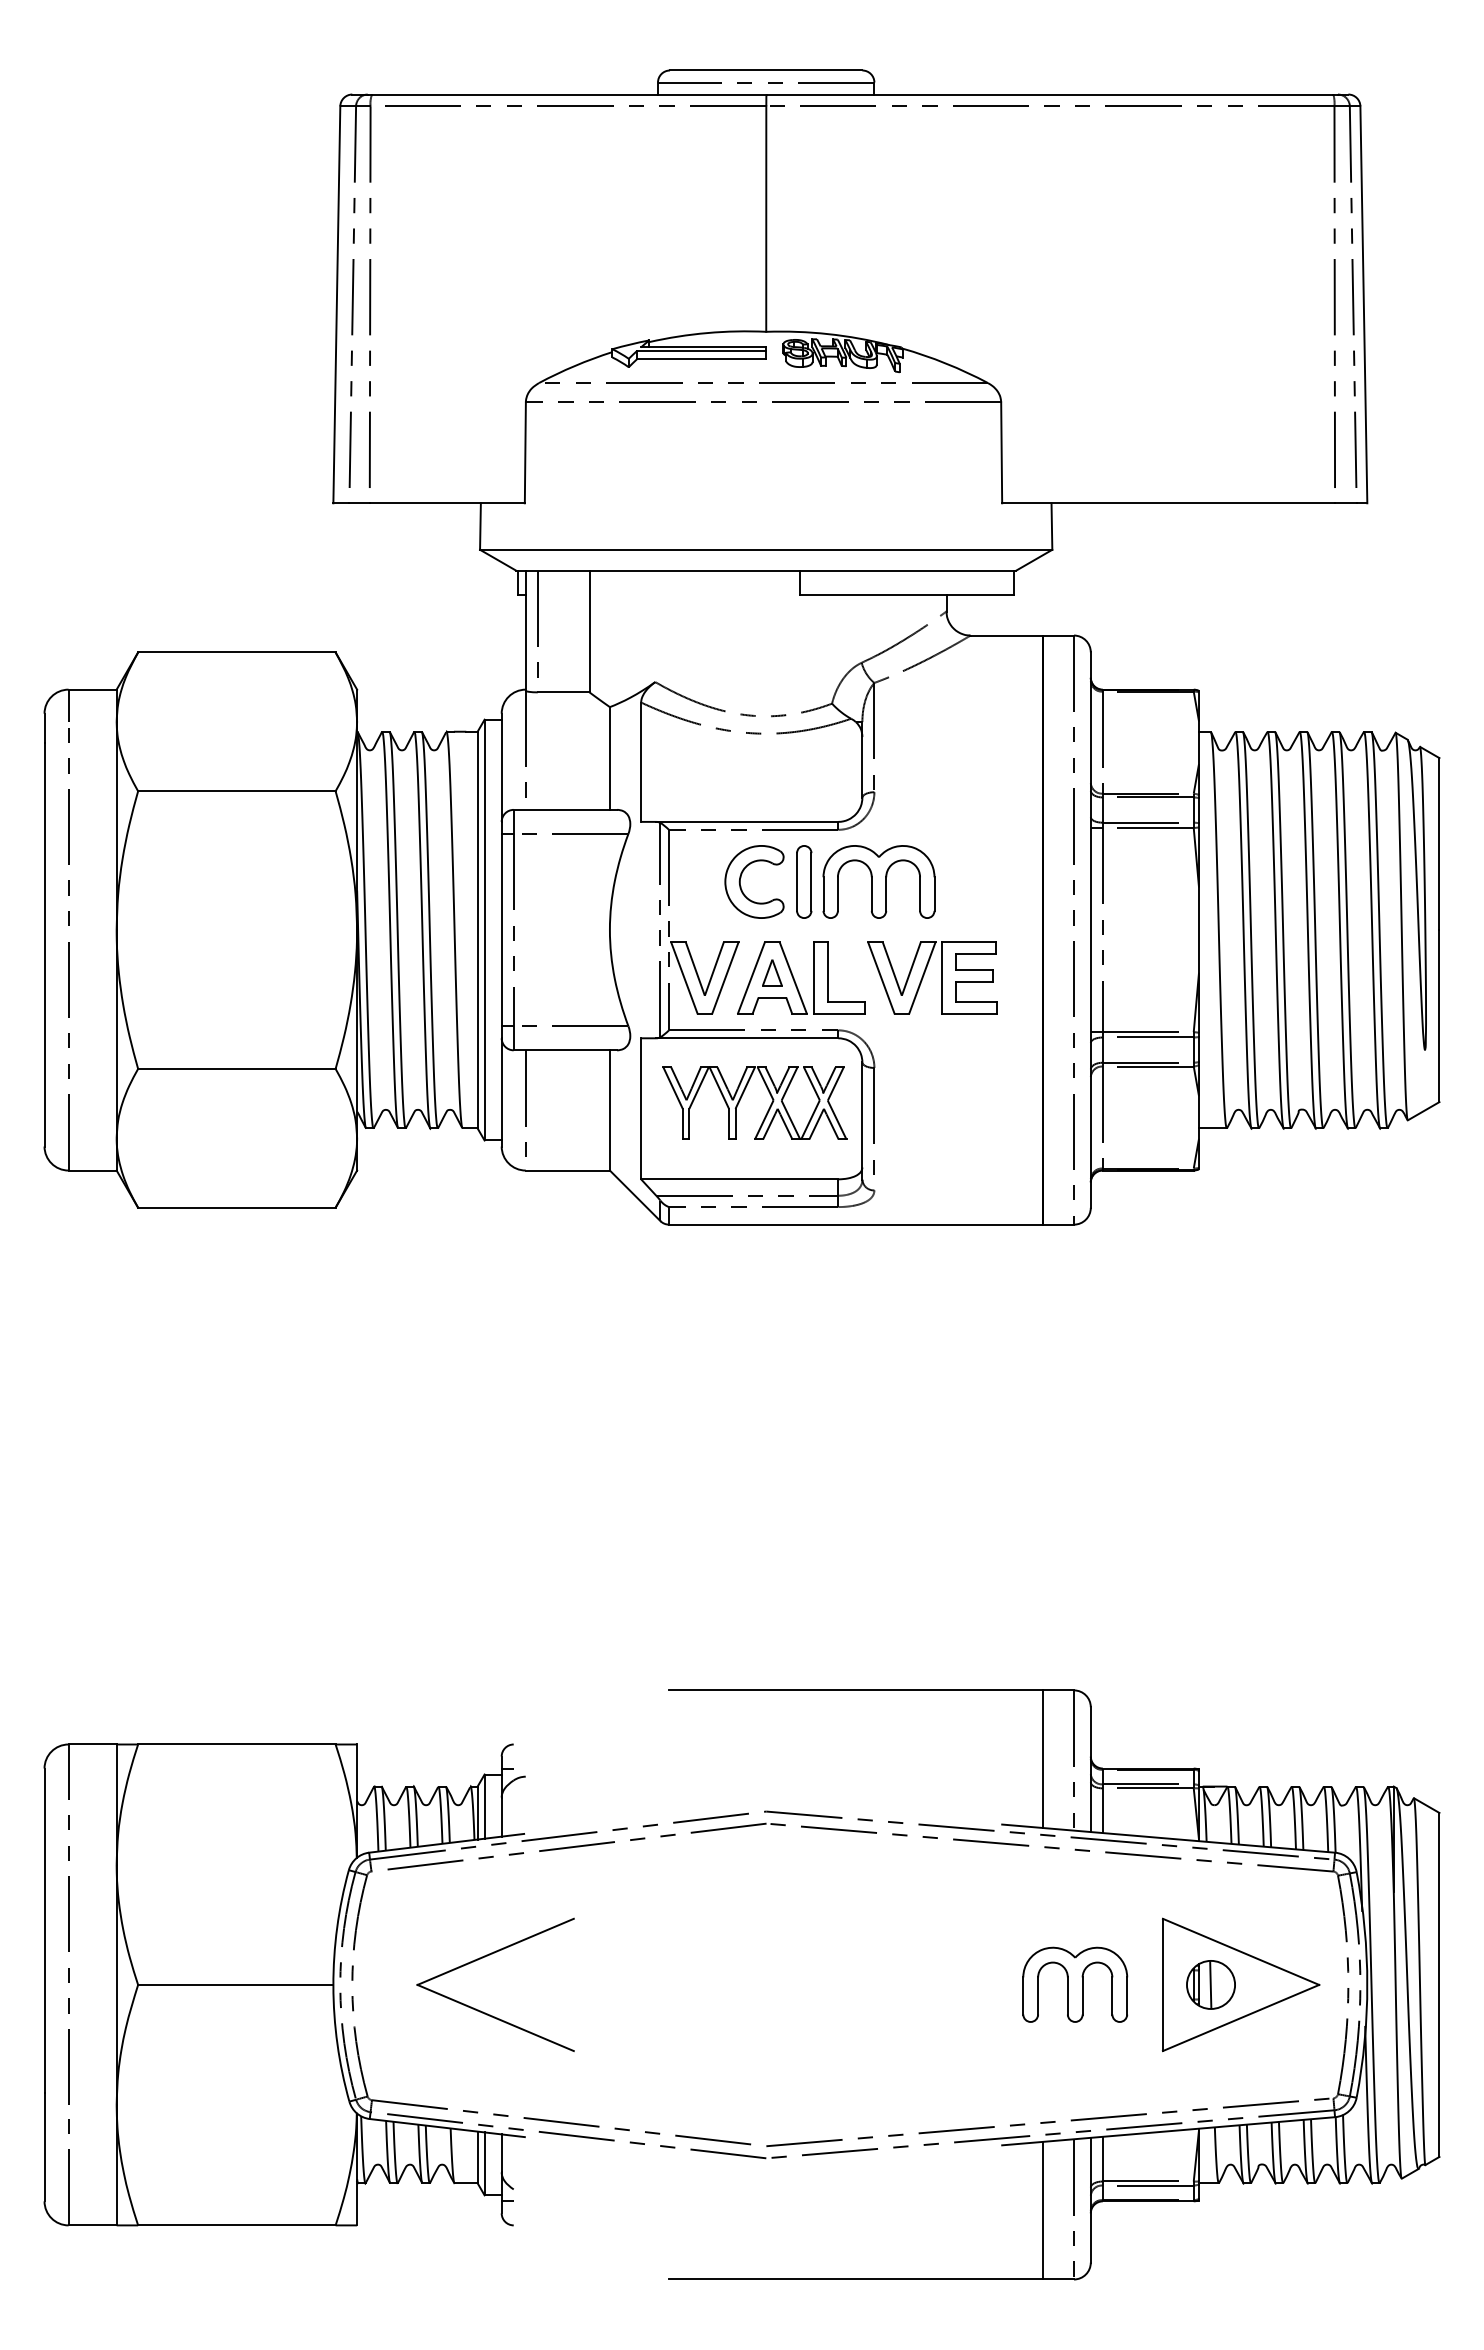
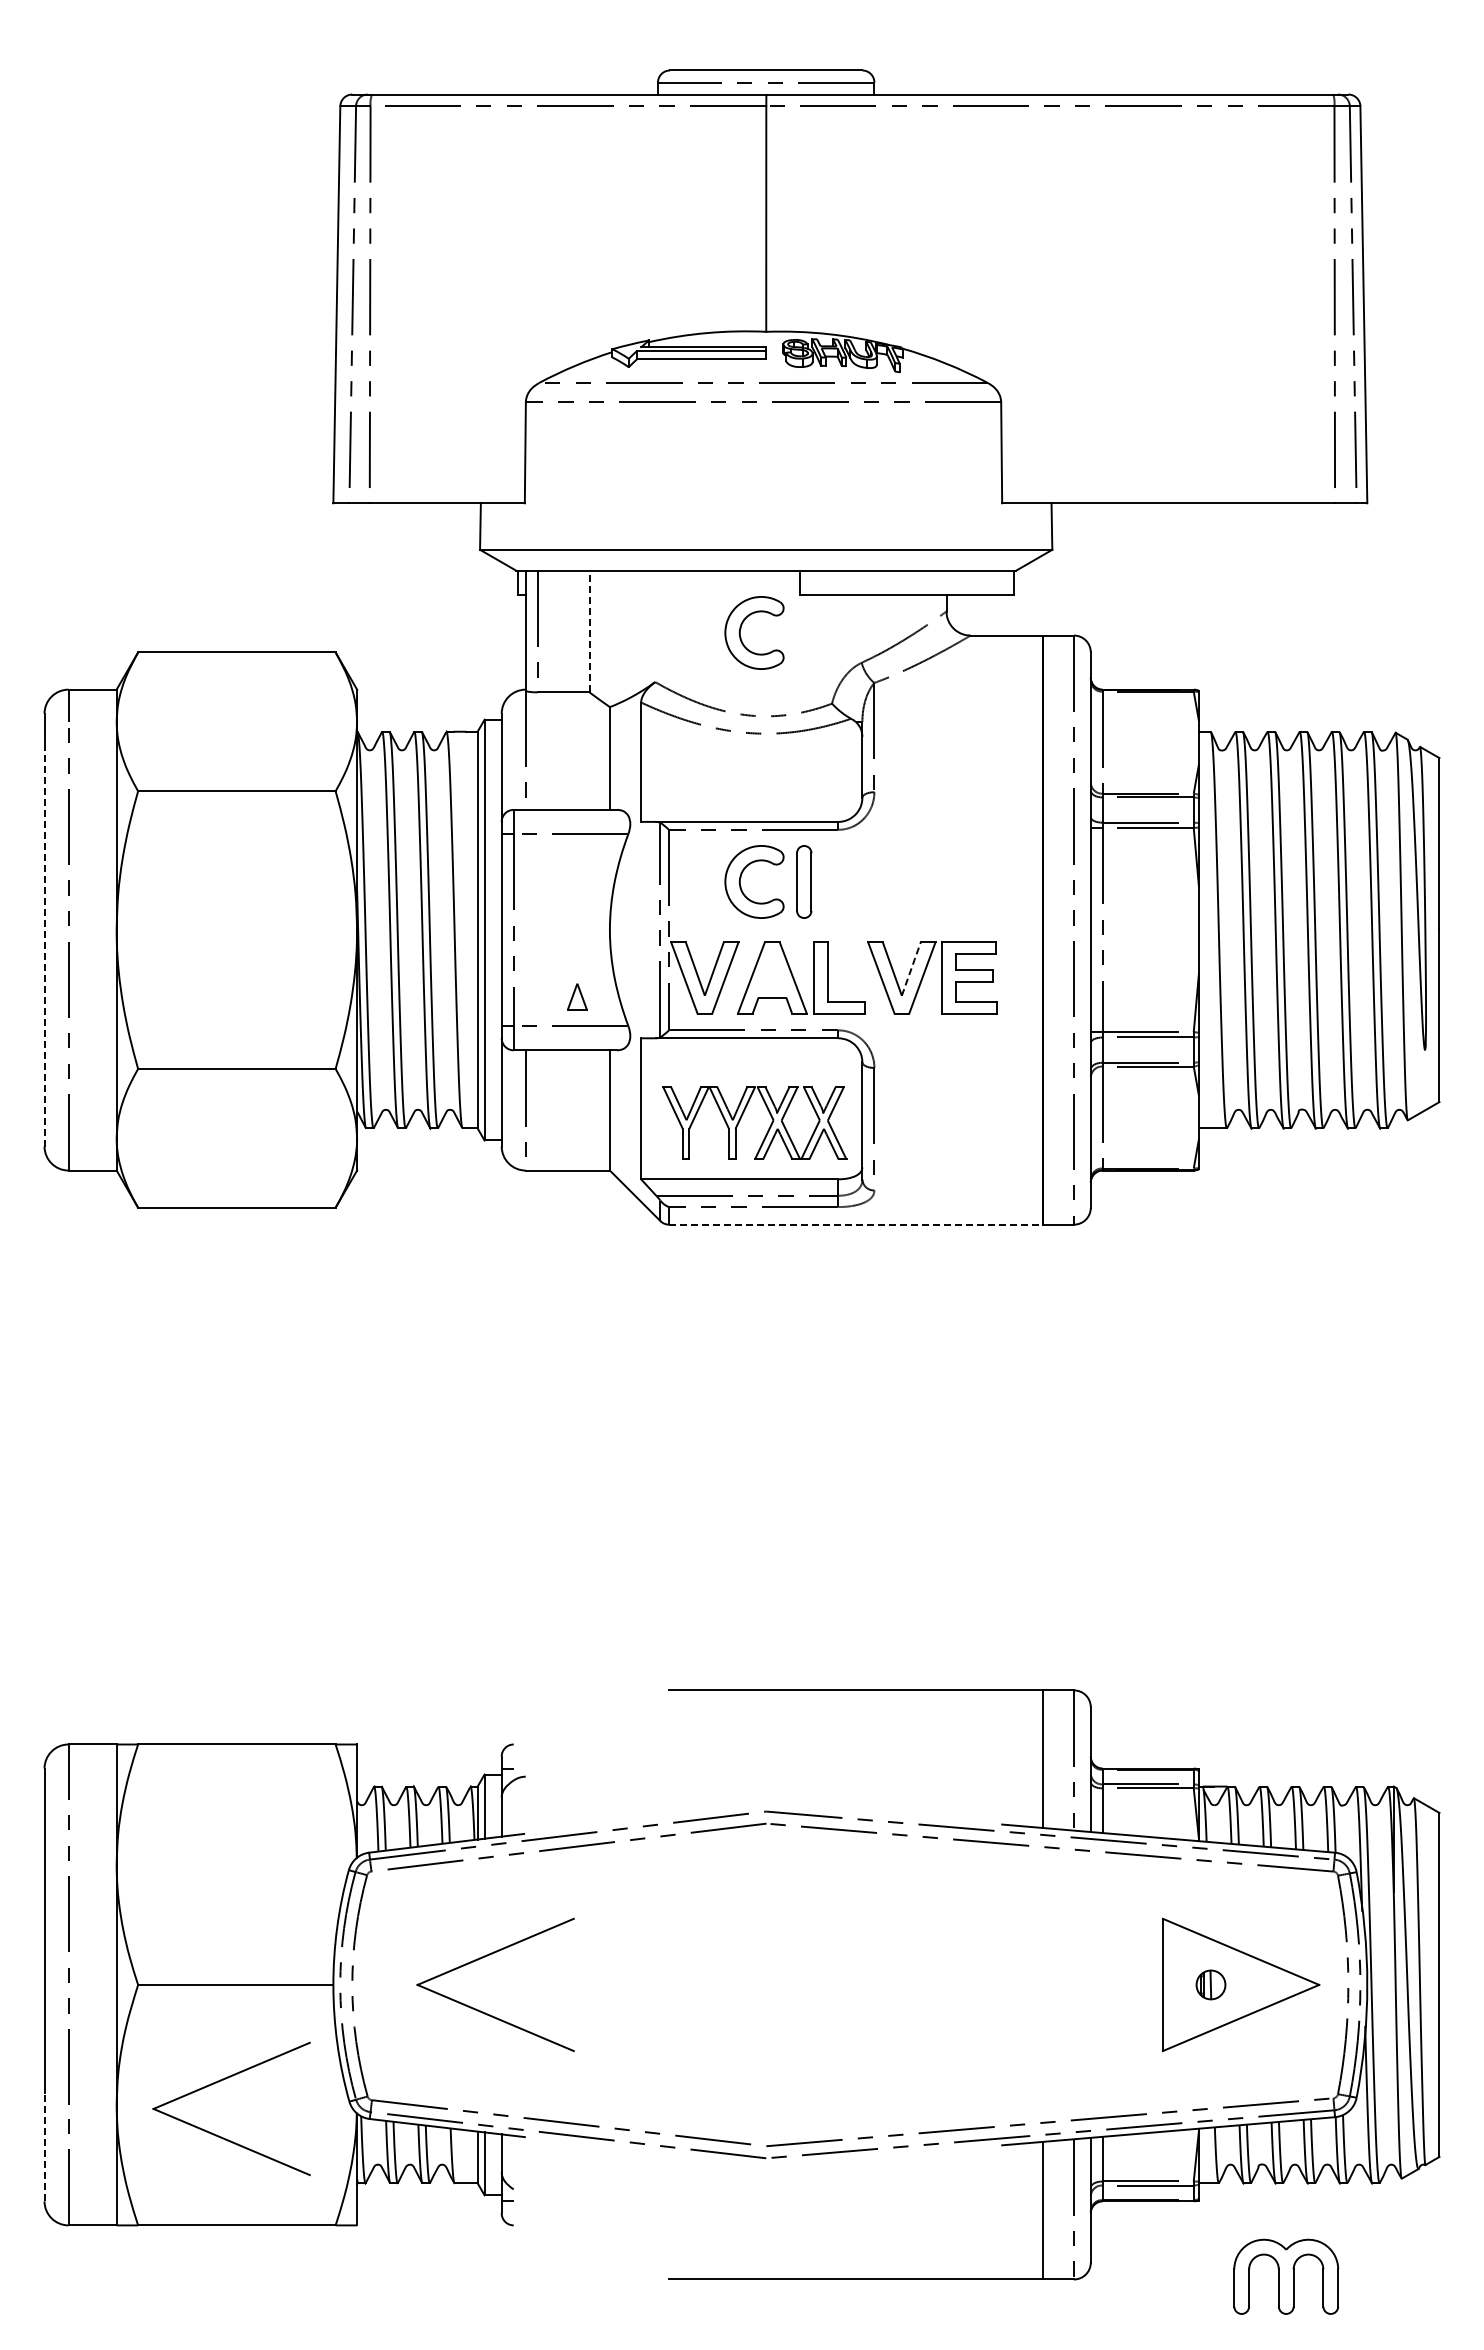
part at (741, 628): none -> present
line at (589, 631): solid -> dashed
part at (878, 881): present -> none
line at (44, 944): solid -> dashed
line at (911, 968): solid -> dashed
part at (772, 972) position: (772, 972) -> (577, 996)
part at (742, 1096) position: (742, 1096) -> (742, 1116)
line at (855, 1224): solid -> dashed
part at (1075, 1984) position: (1075, 1984) -> (1286, 2276)
part at (1210, 1984) size: 50x50 px -> 32x32 px
part at (221, 2081): none -> present
line at (44, 2146): solid -> dashed
